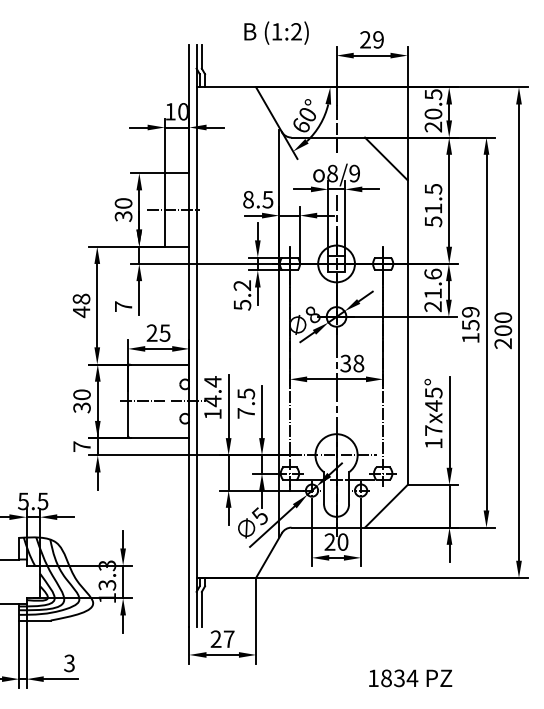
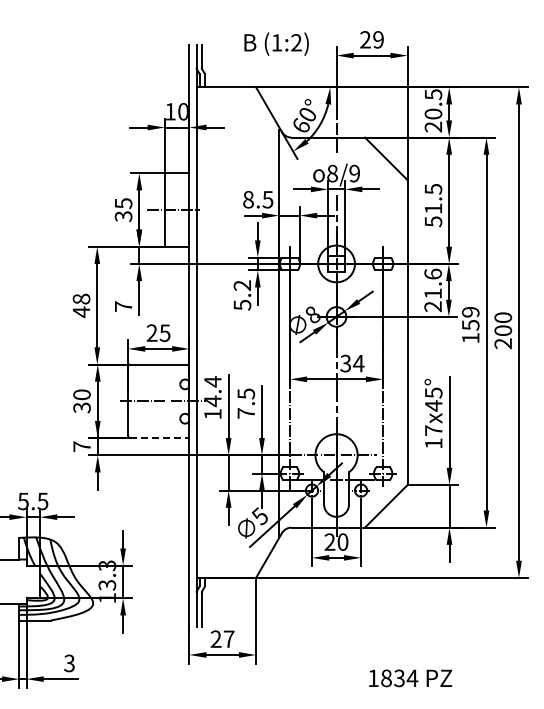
text at (276, 32) position: (276, 32) -> (276, 43)
text at (123, 203): 30 -> 35
text at (358, 363): 38 -> 34
line at (160, 438): solid -> dashed
